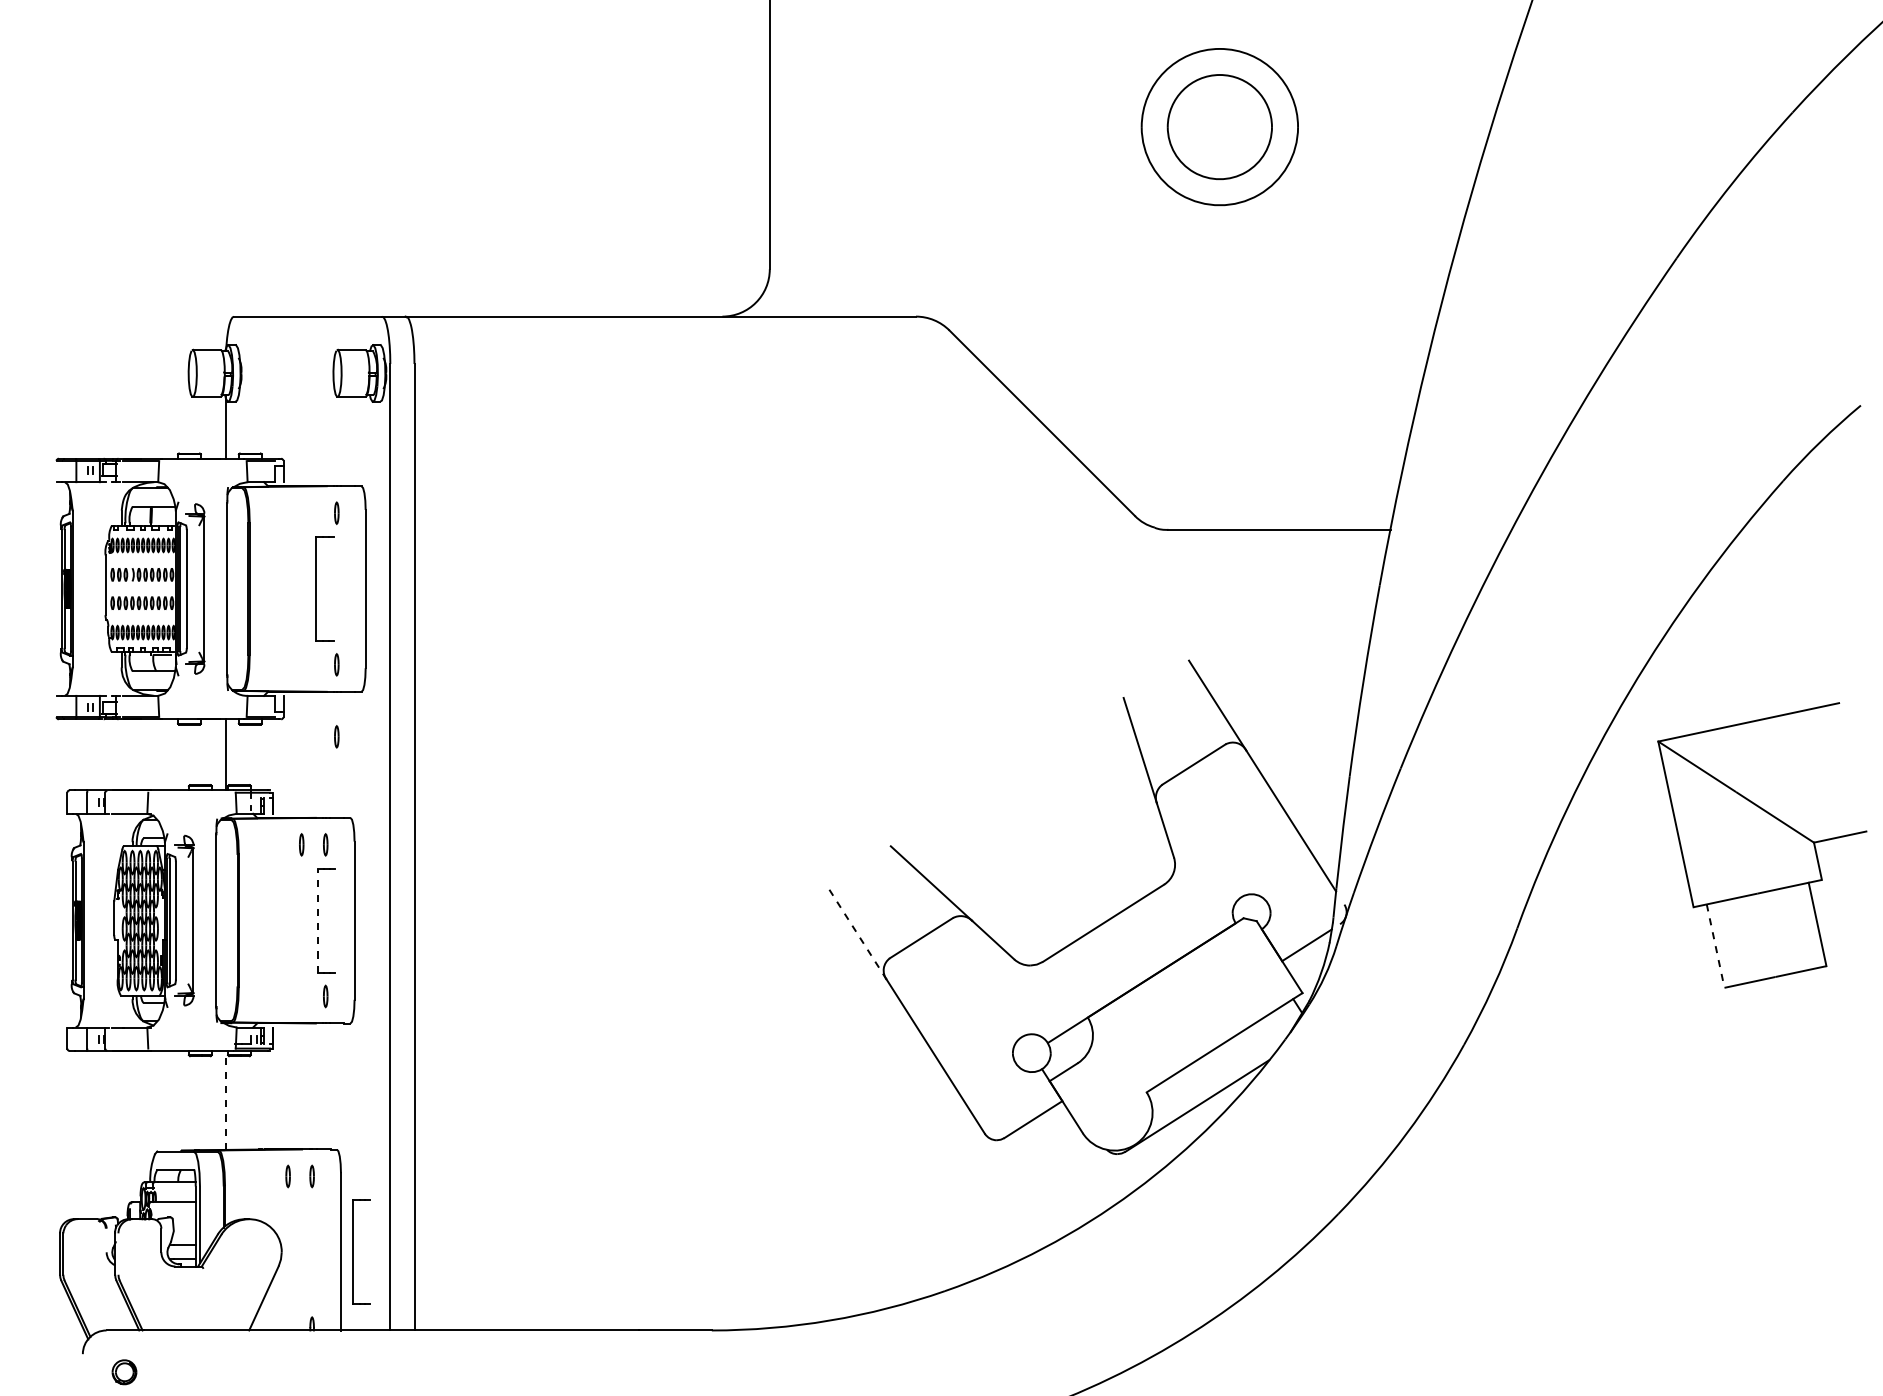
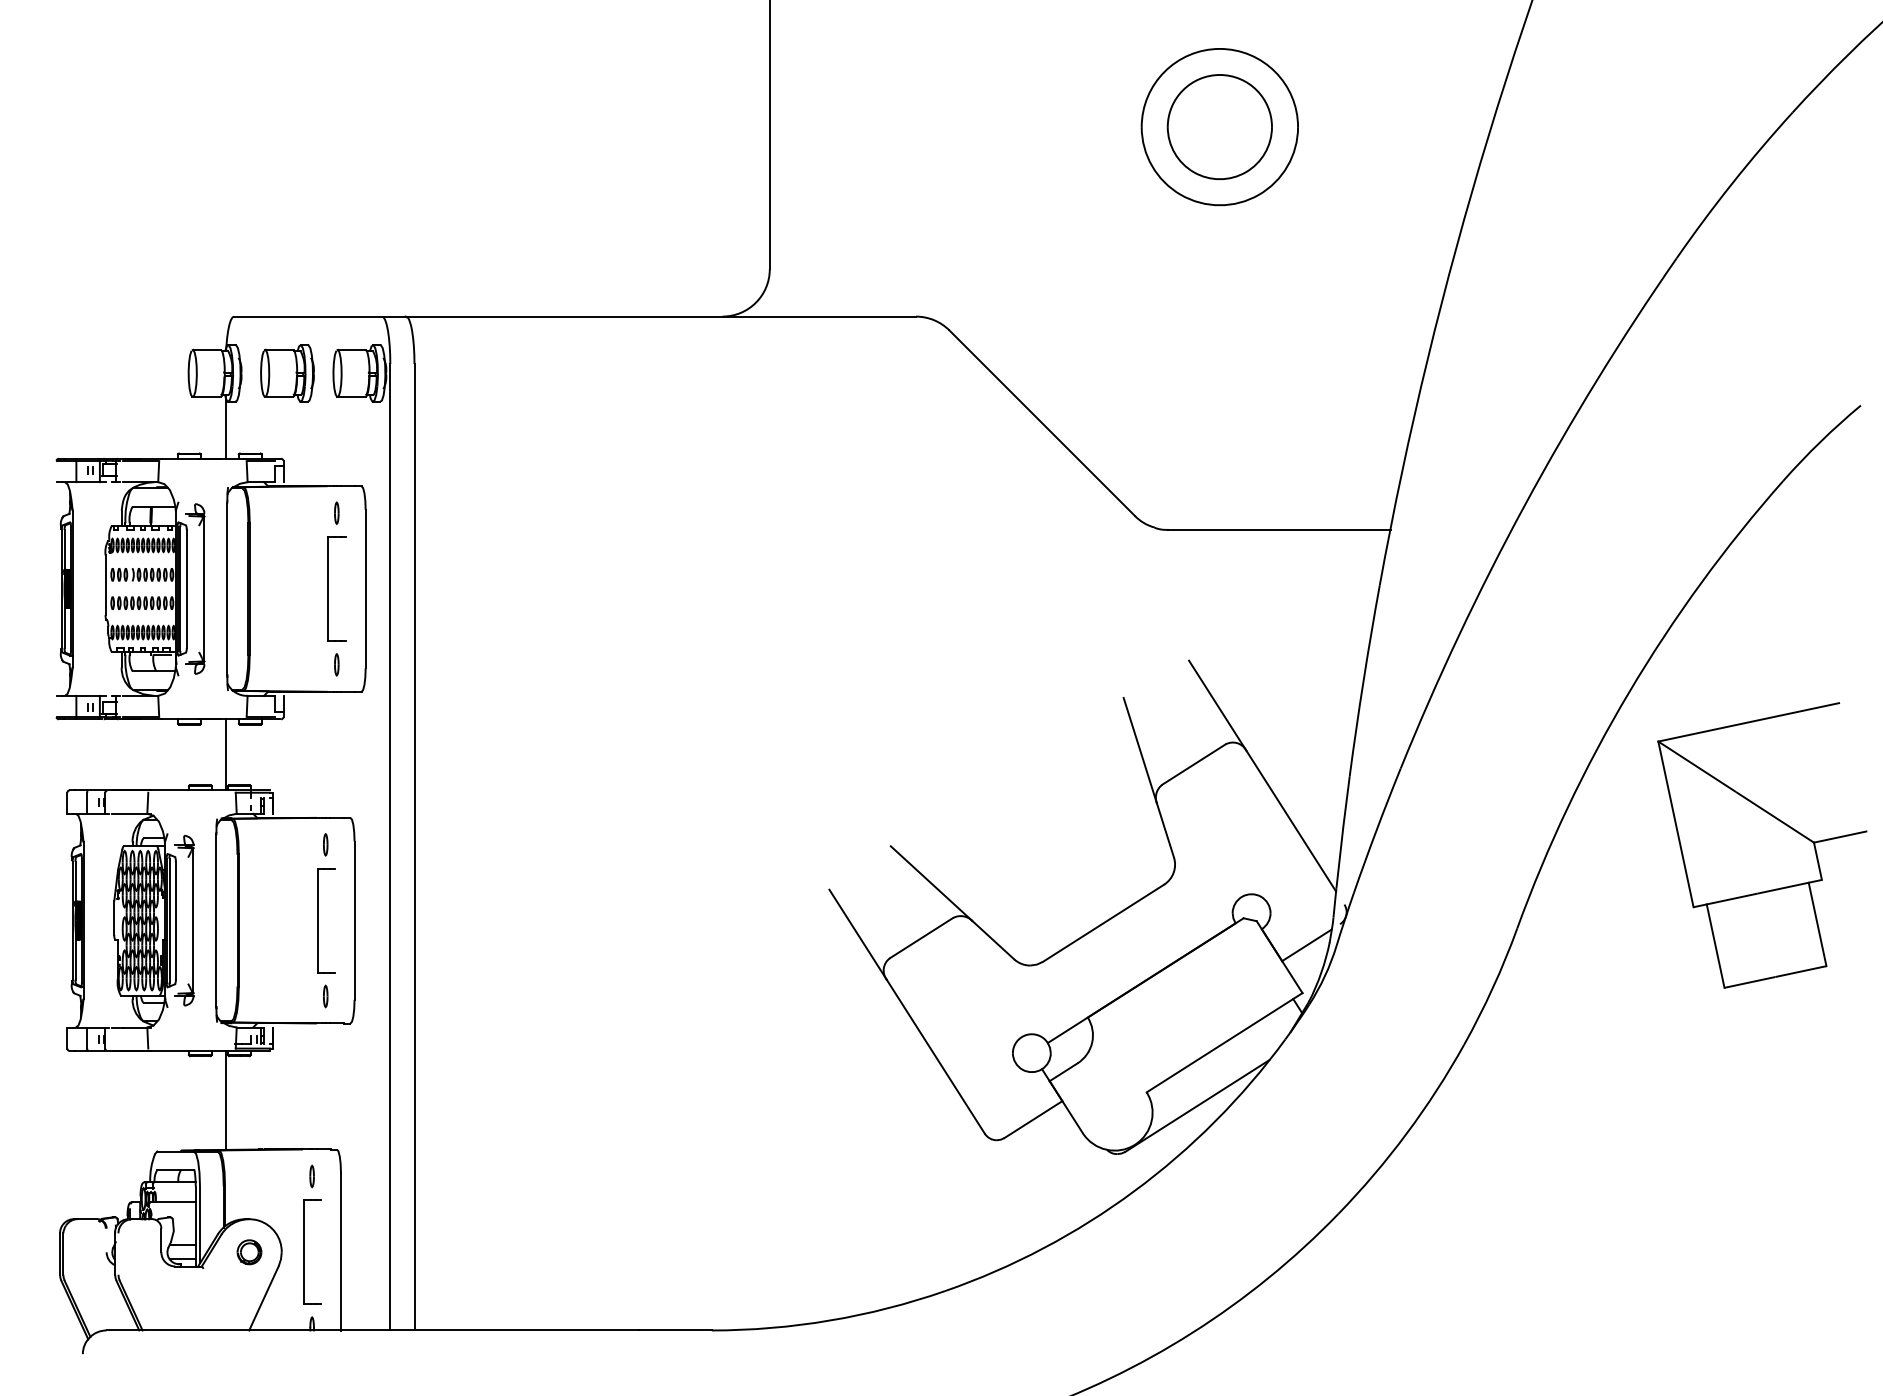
part at (287, 373): none -> present
part at (316, 588) position: (316, 588) -> (328, 588)
part at (336, 736): present -> none
part at (301, 844): present -> none
line at (317, 920): dashed -> solid
line at (858, 935): dashed -> solid
line at (1715, 946): dashed -> solid
line at (225, 1099): dashed -> solid
part at (287, 1176): present -> none
part at (353, 1251) position: (353, 1251) -> (304, 1251)
part at (124, 1372) position: (124, 1372) -> (249, 1252)
